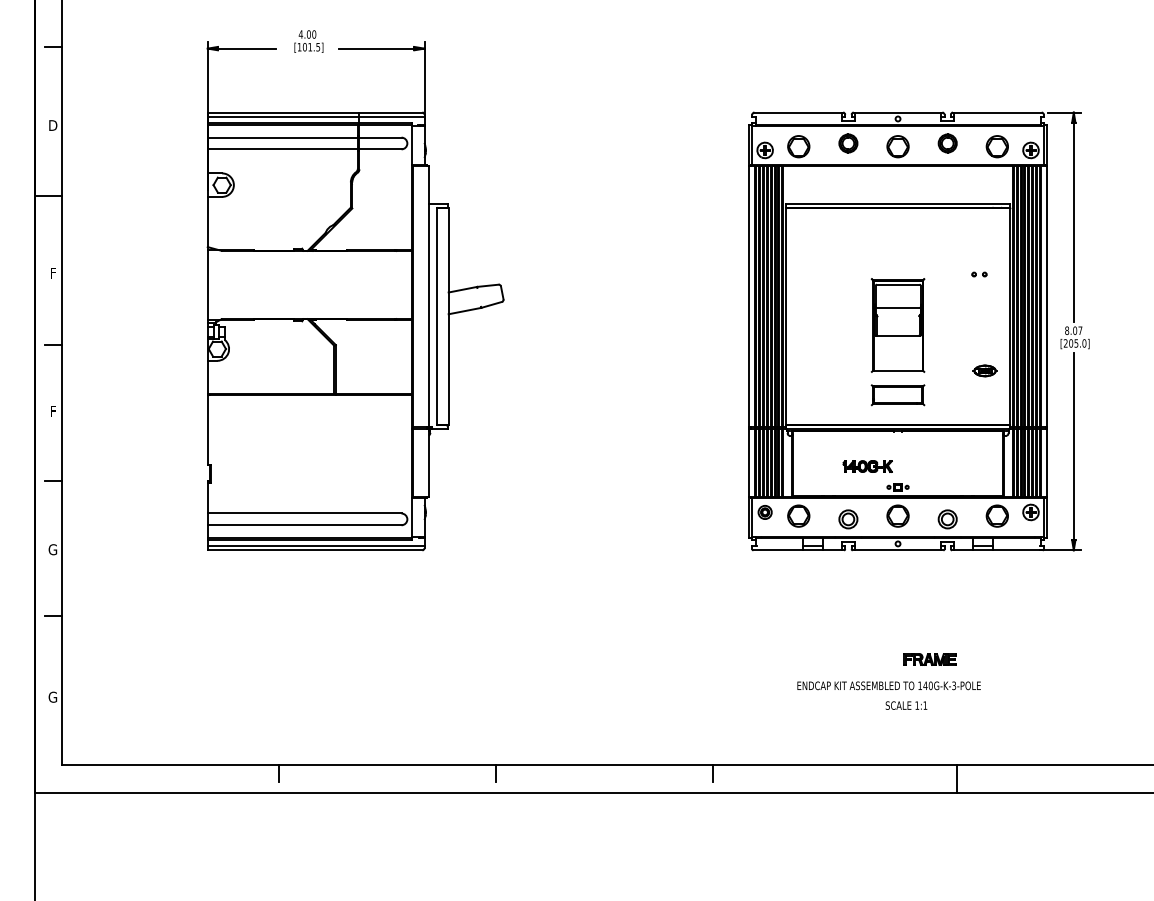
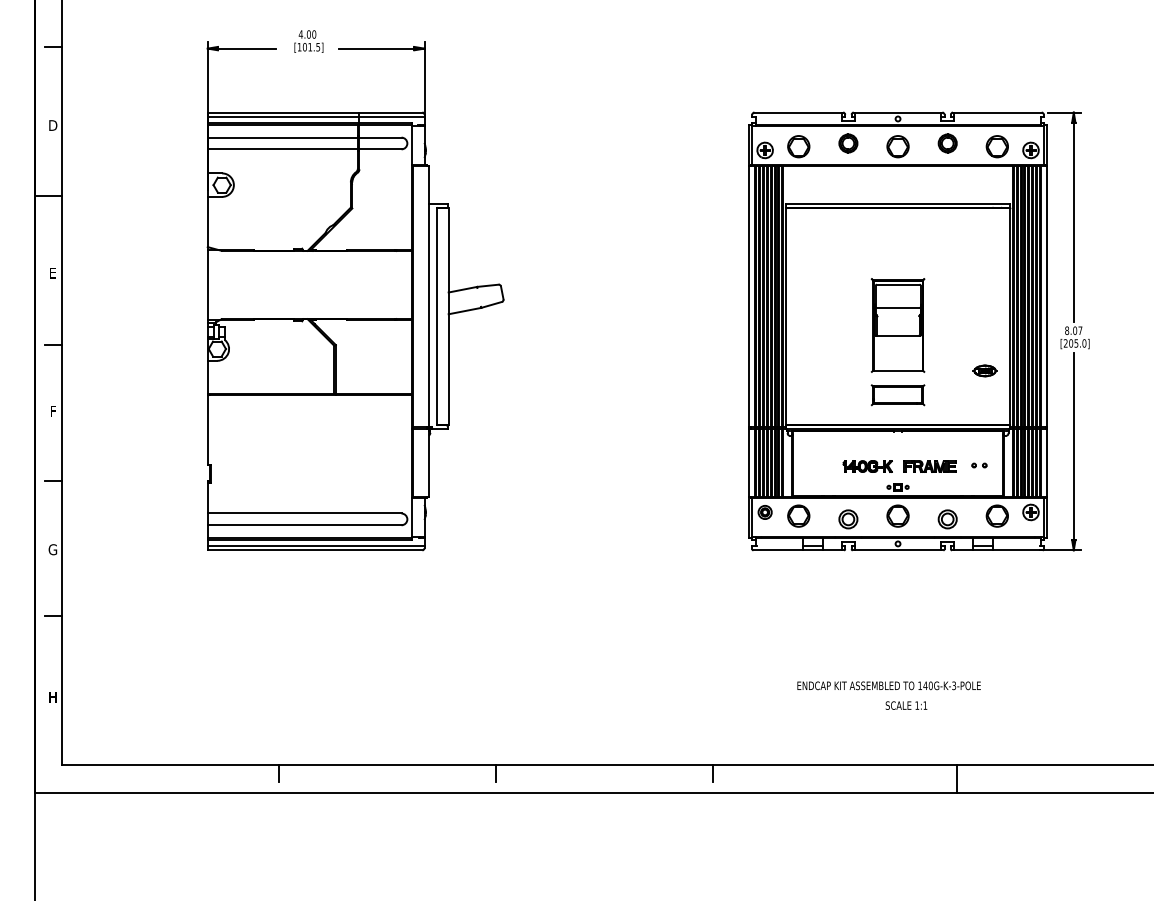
text at (52, 273): F -> E
part at (979, 274) position: (979, 274) -> (979, 465)
part at (929, 659) position: (929, 659) -> (929, 466)
text at (52, 696): G -> H
